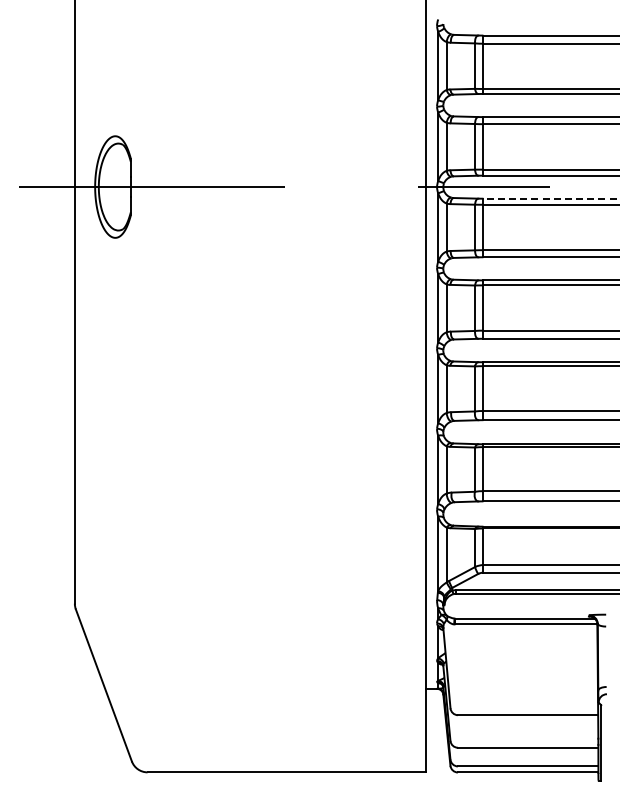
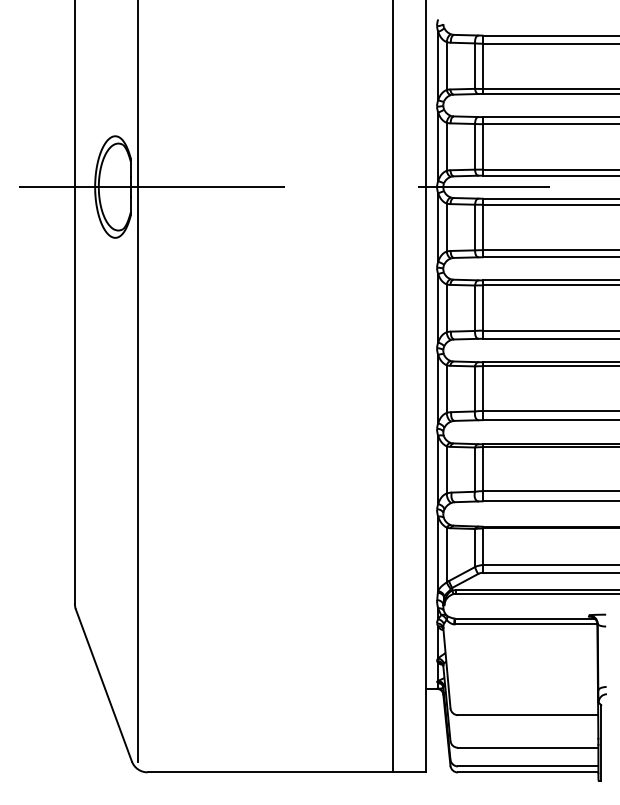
line at (551, 198): dashed -> solid
line at (138, 381): none -> present
line at (392, 387): none -> present
